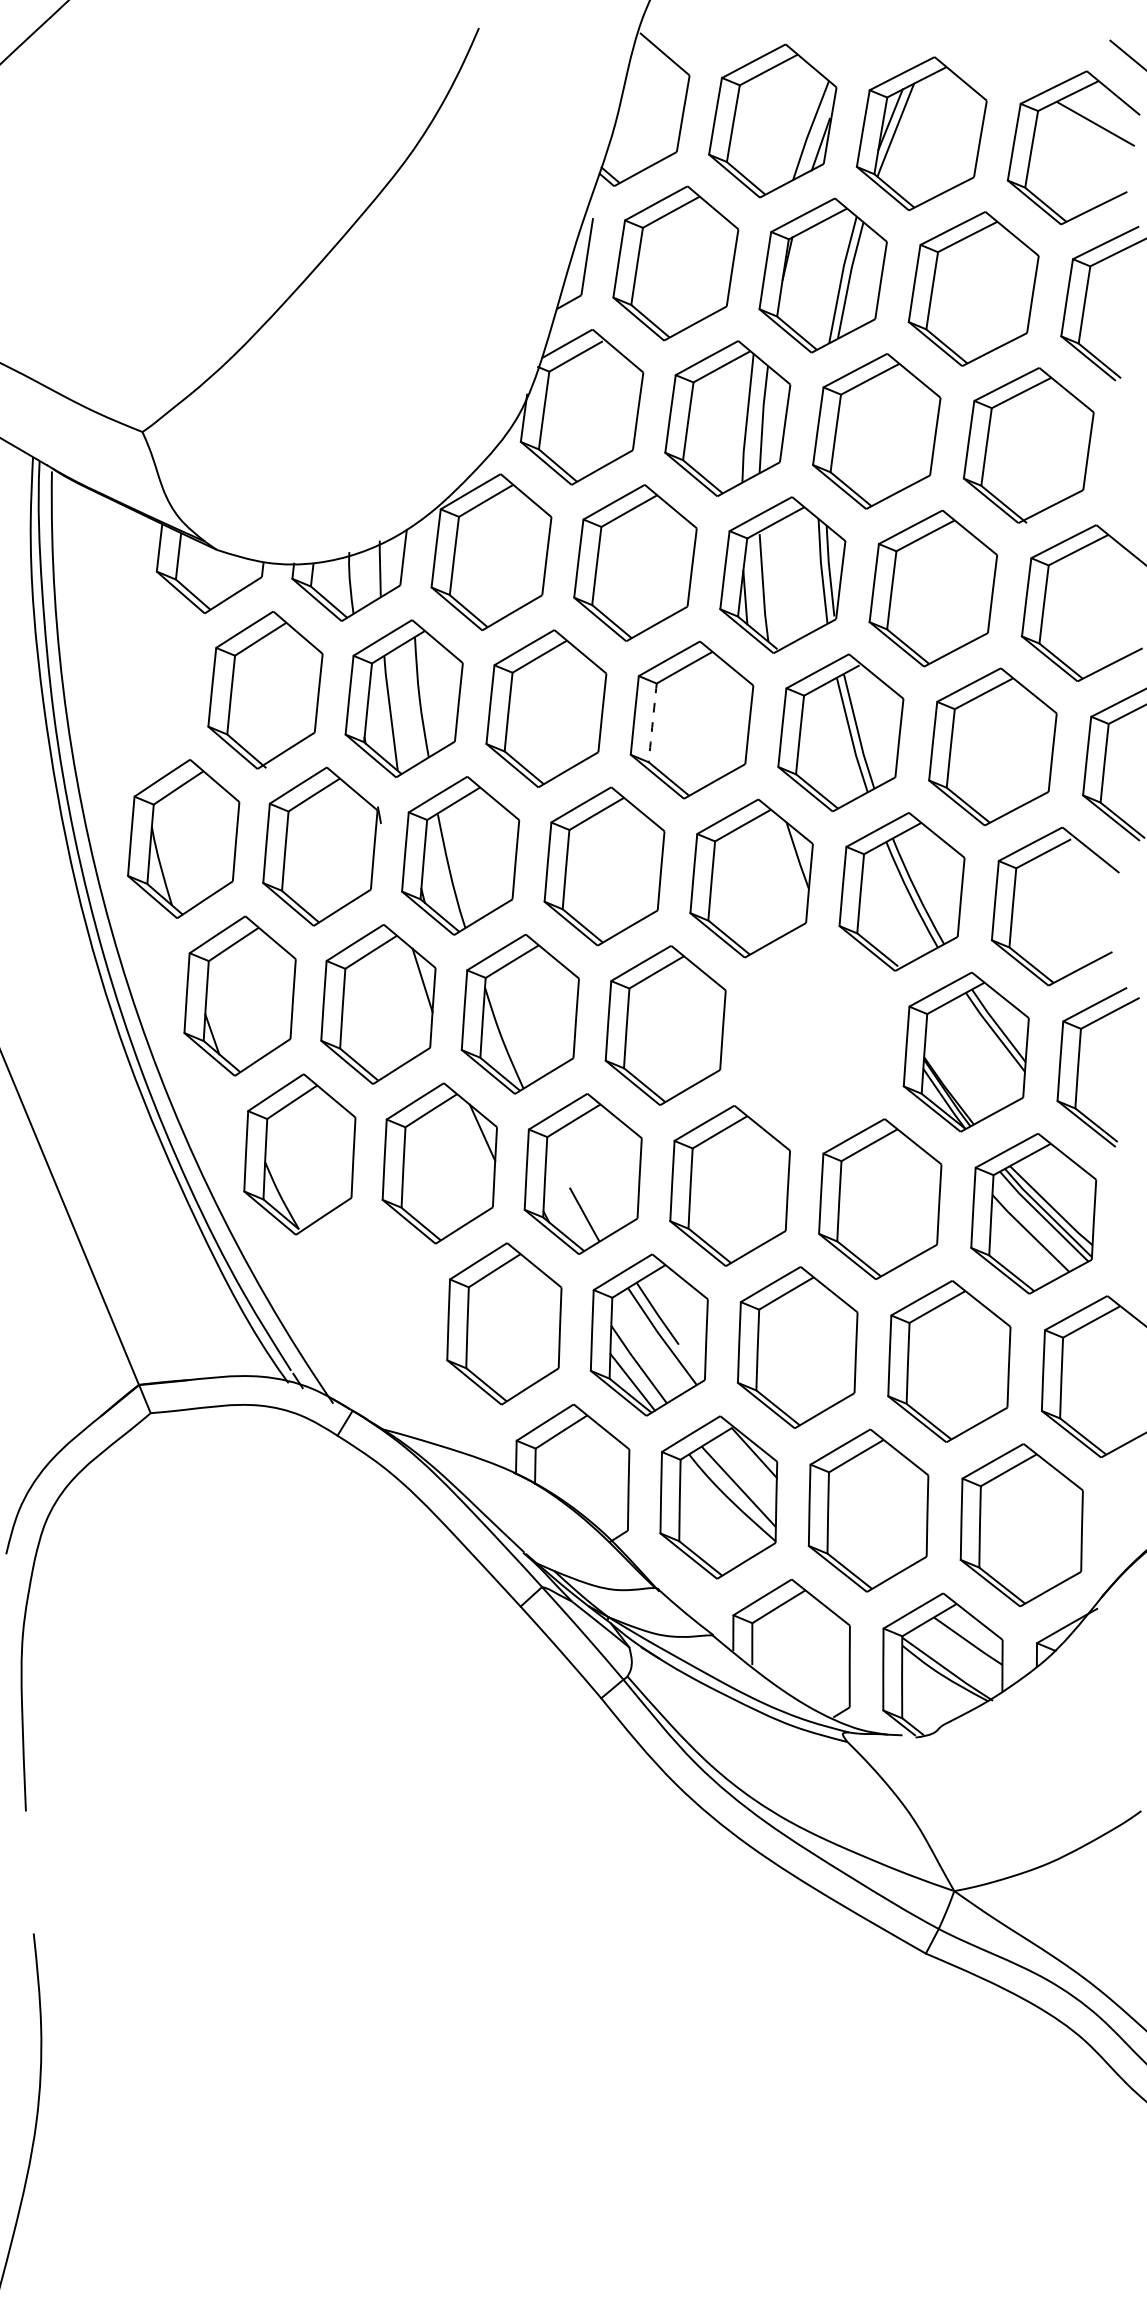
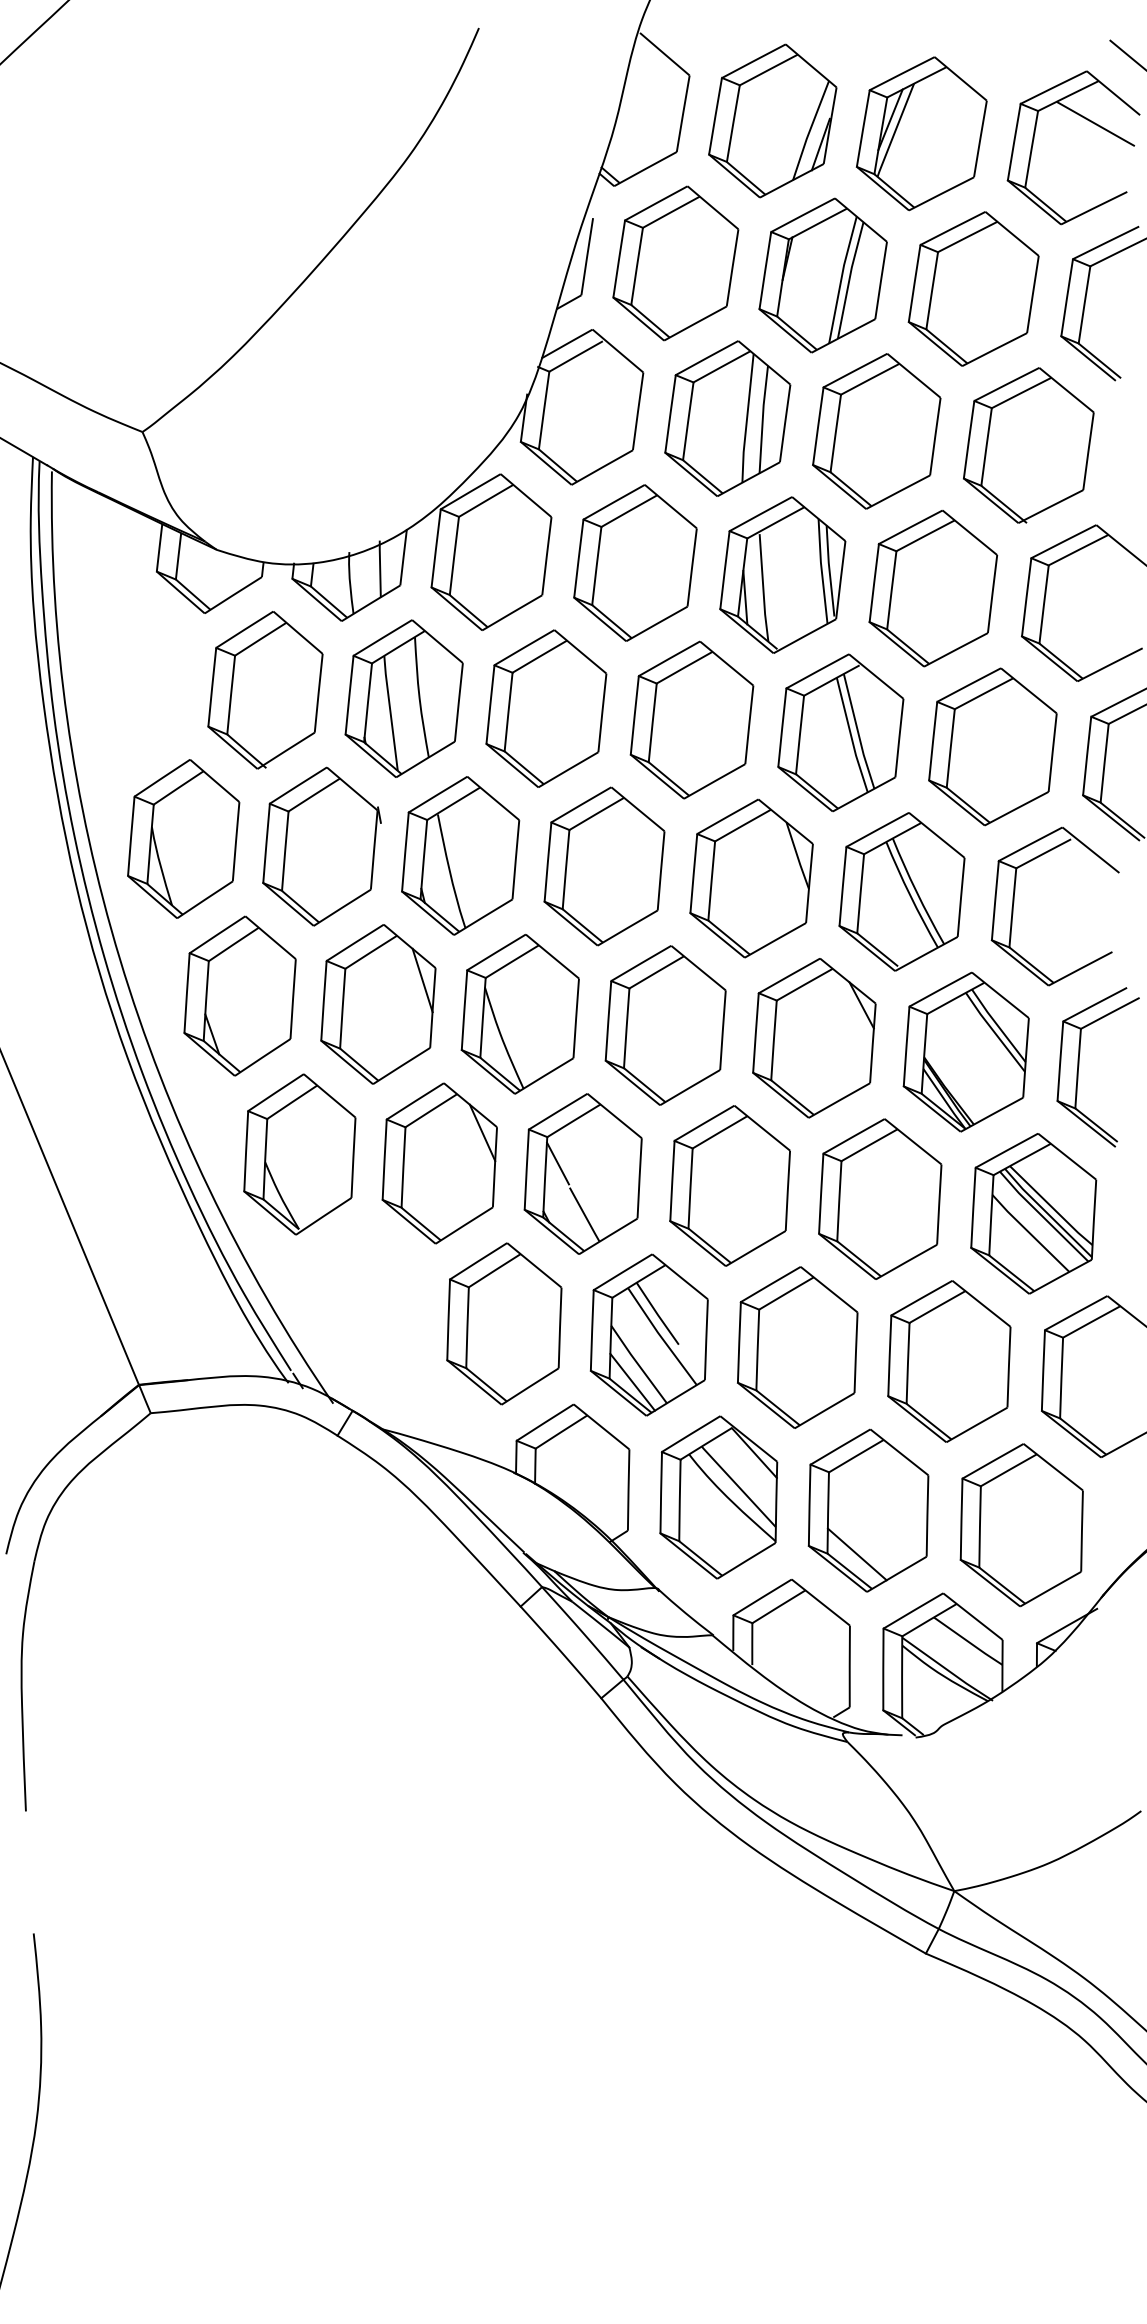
arc at (652, 722): dashed -> solid
part at (814, 1038): none -> present
line at (557, 1163): none -> present
line at (856, 1554): none -> present
